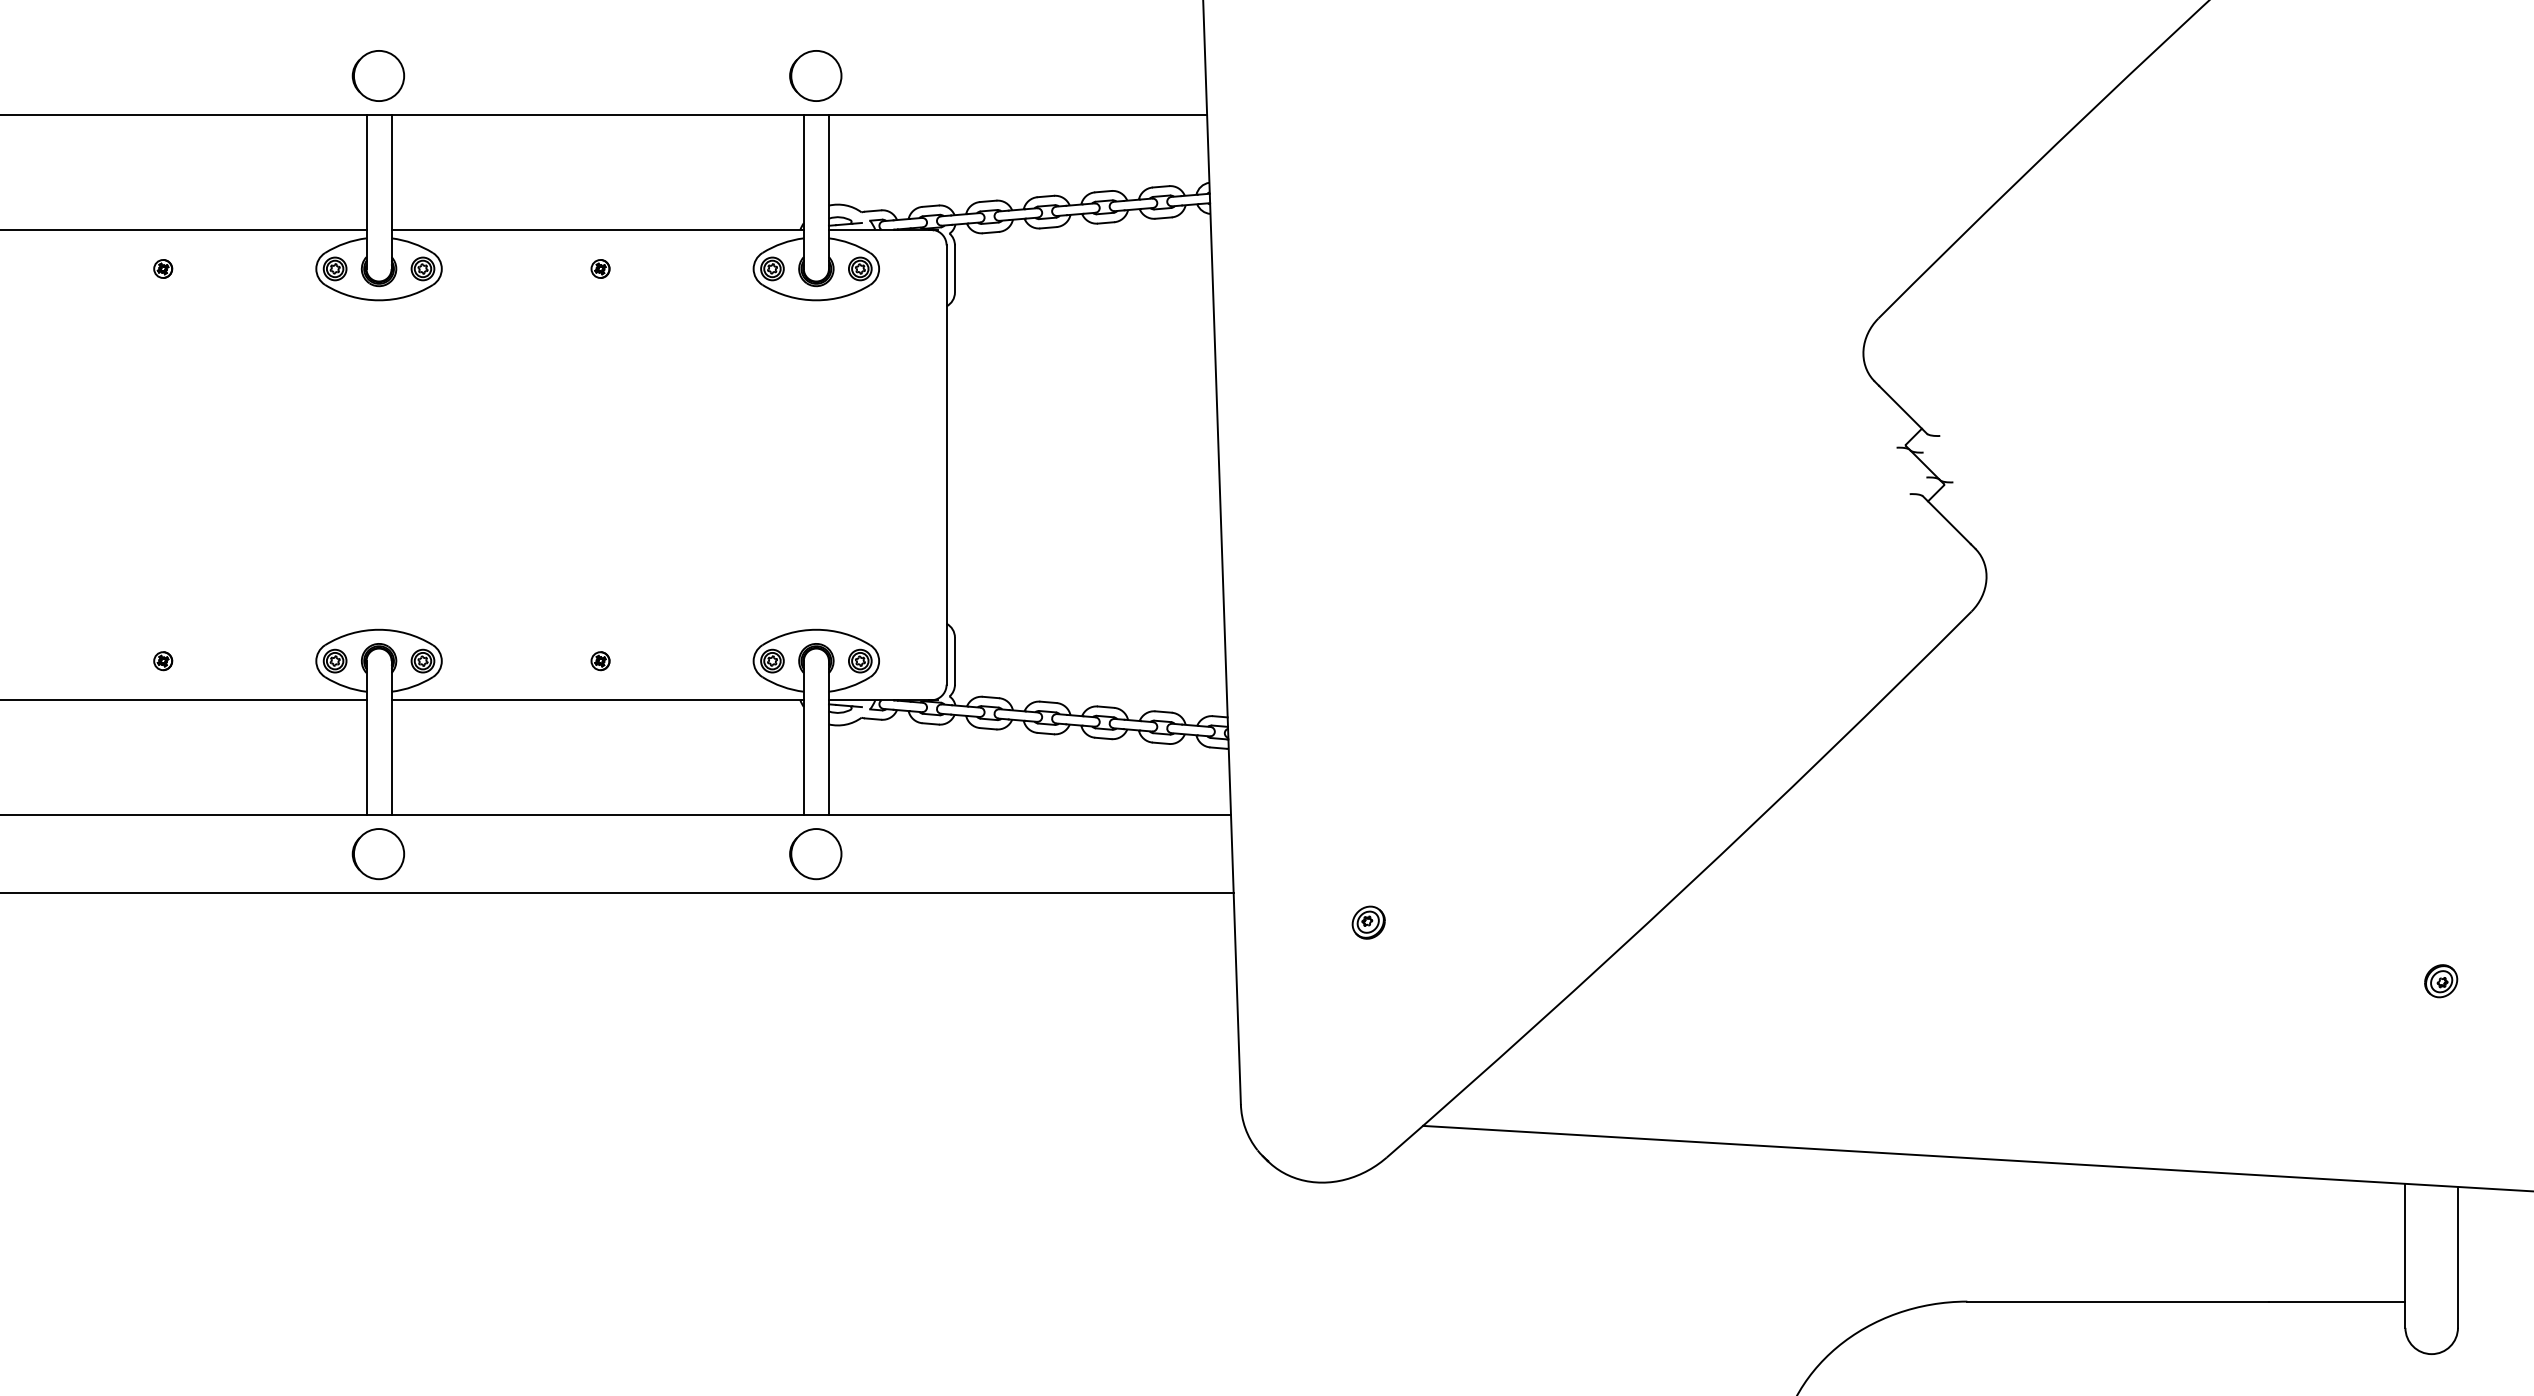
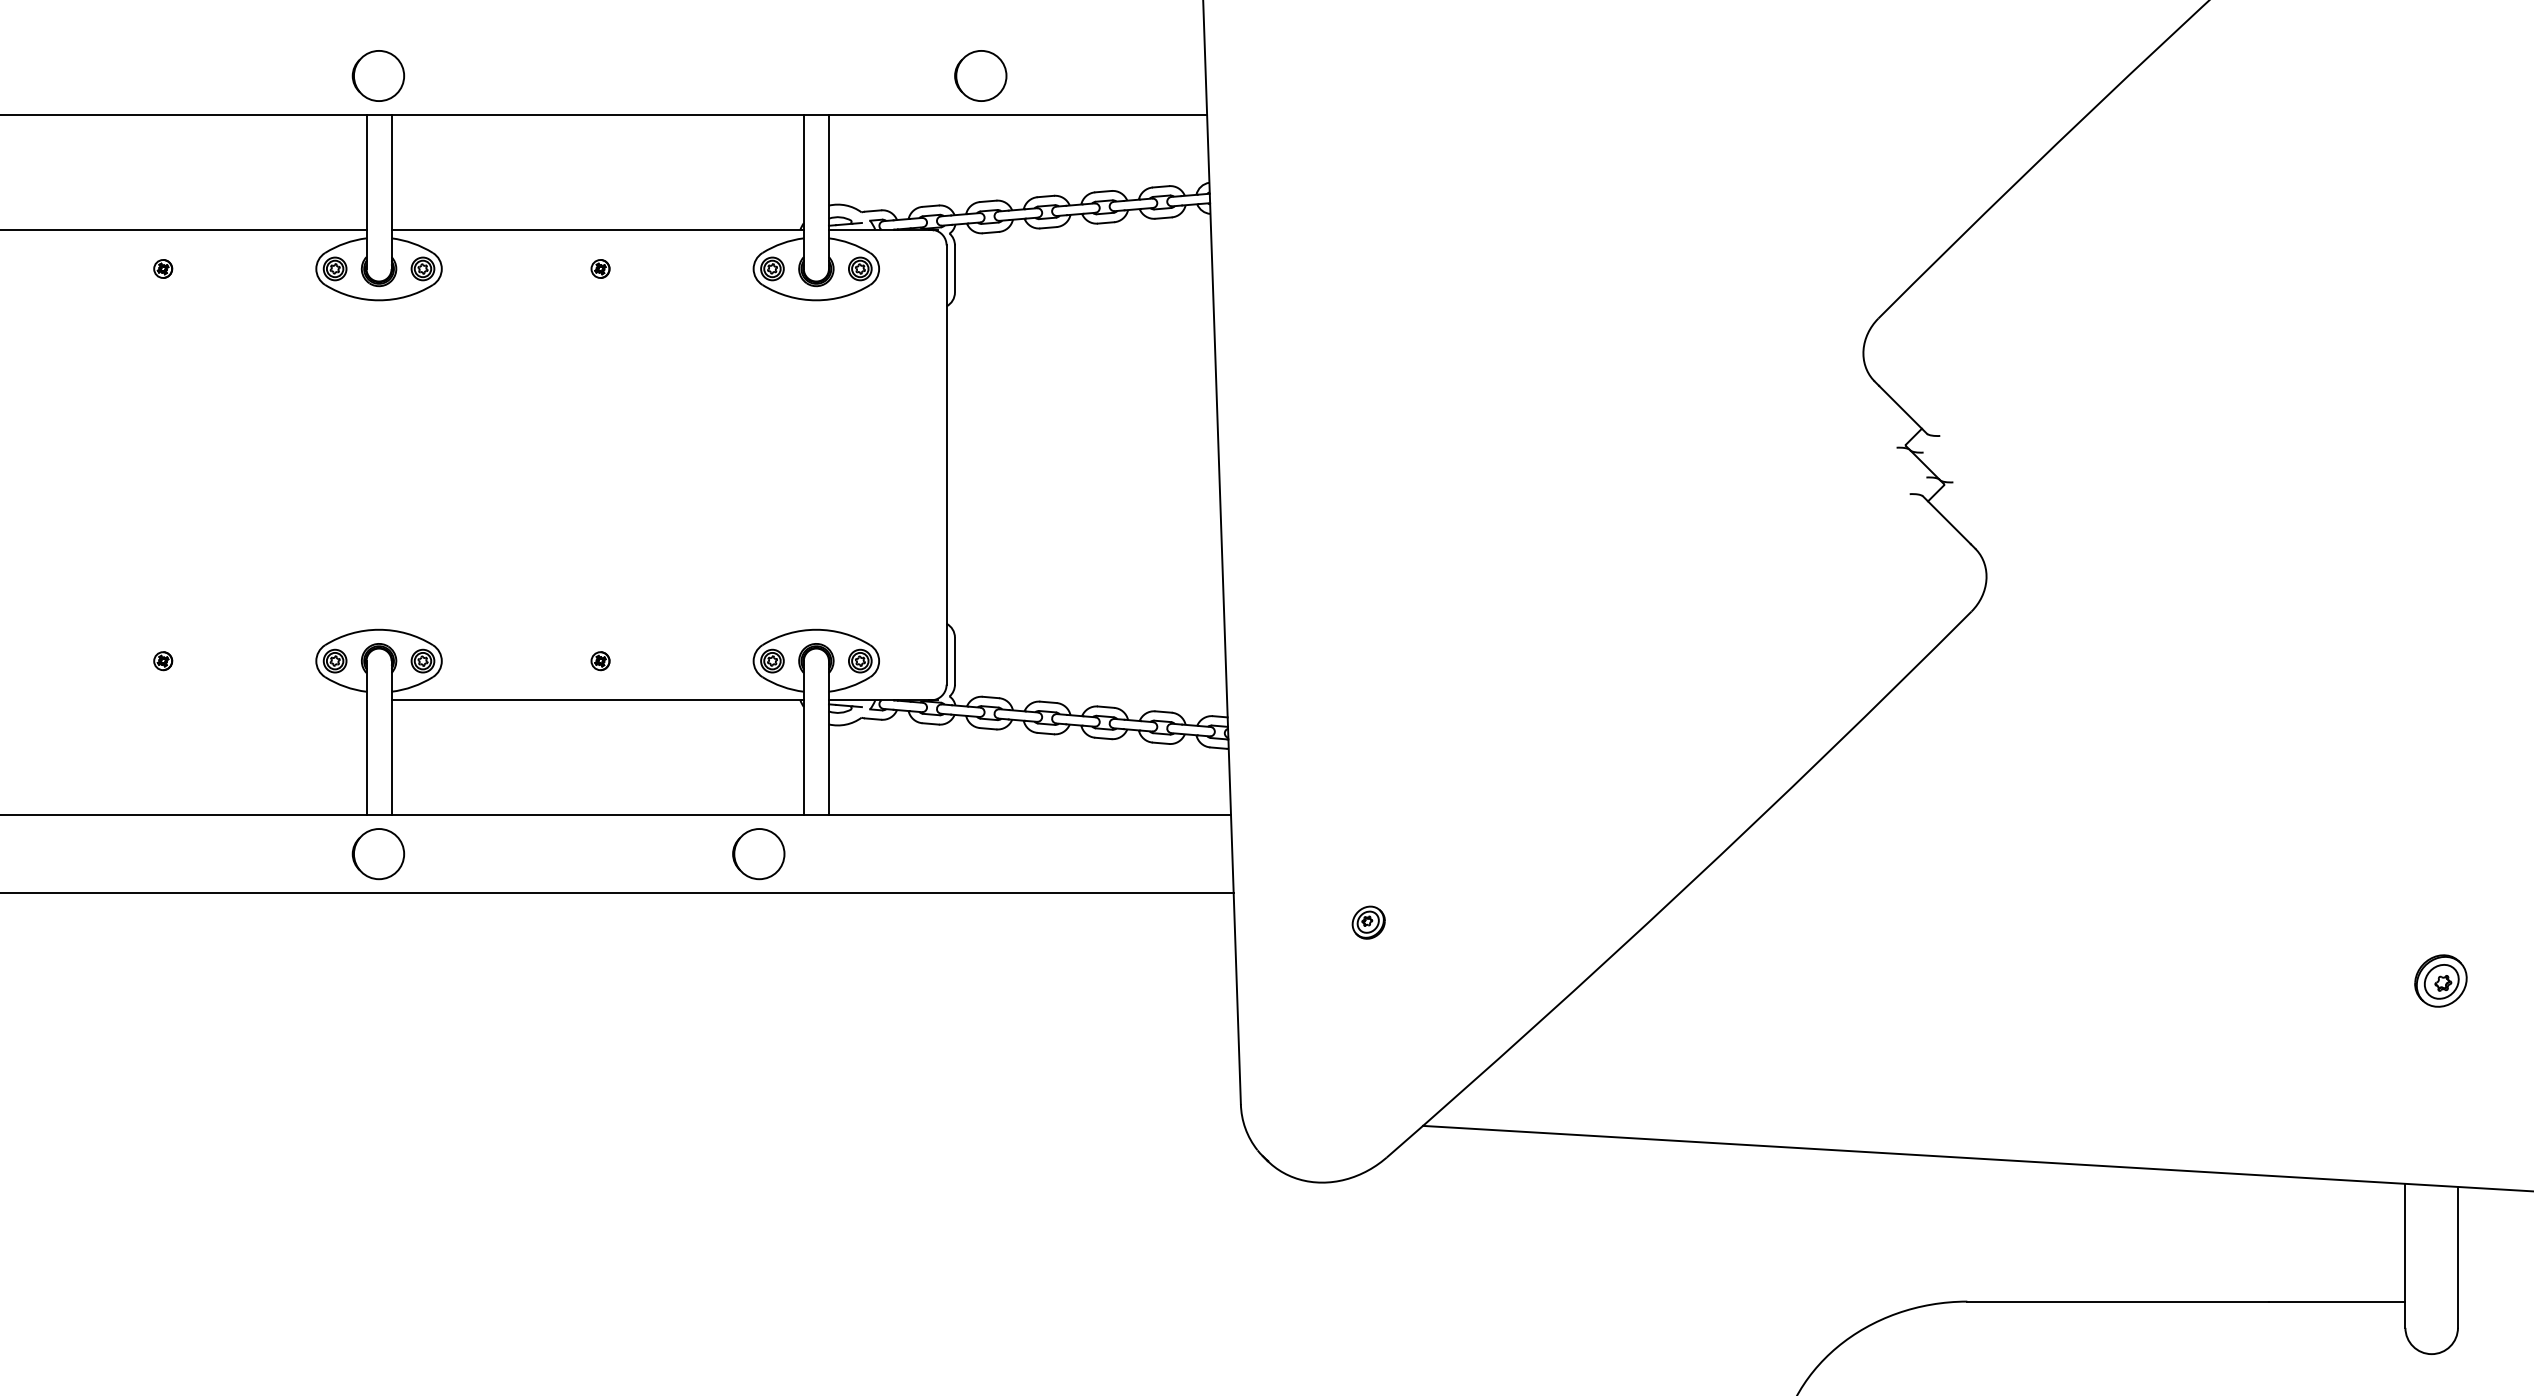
part at (815, 75) position: (815, 75) -> (980, 75)
line at (184, 700): present -> none
part at (815, 854) position: (815, 854) -> (758, 854)
part at (2441, 981) size: 35x35 px -> 54x54 px
